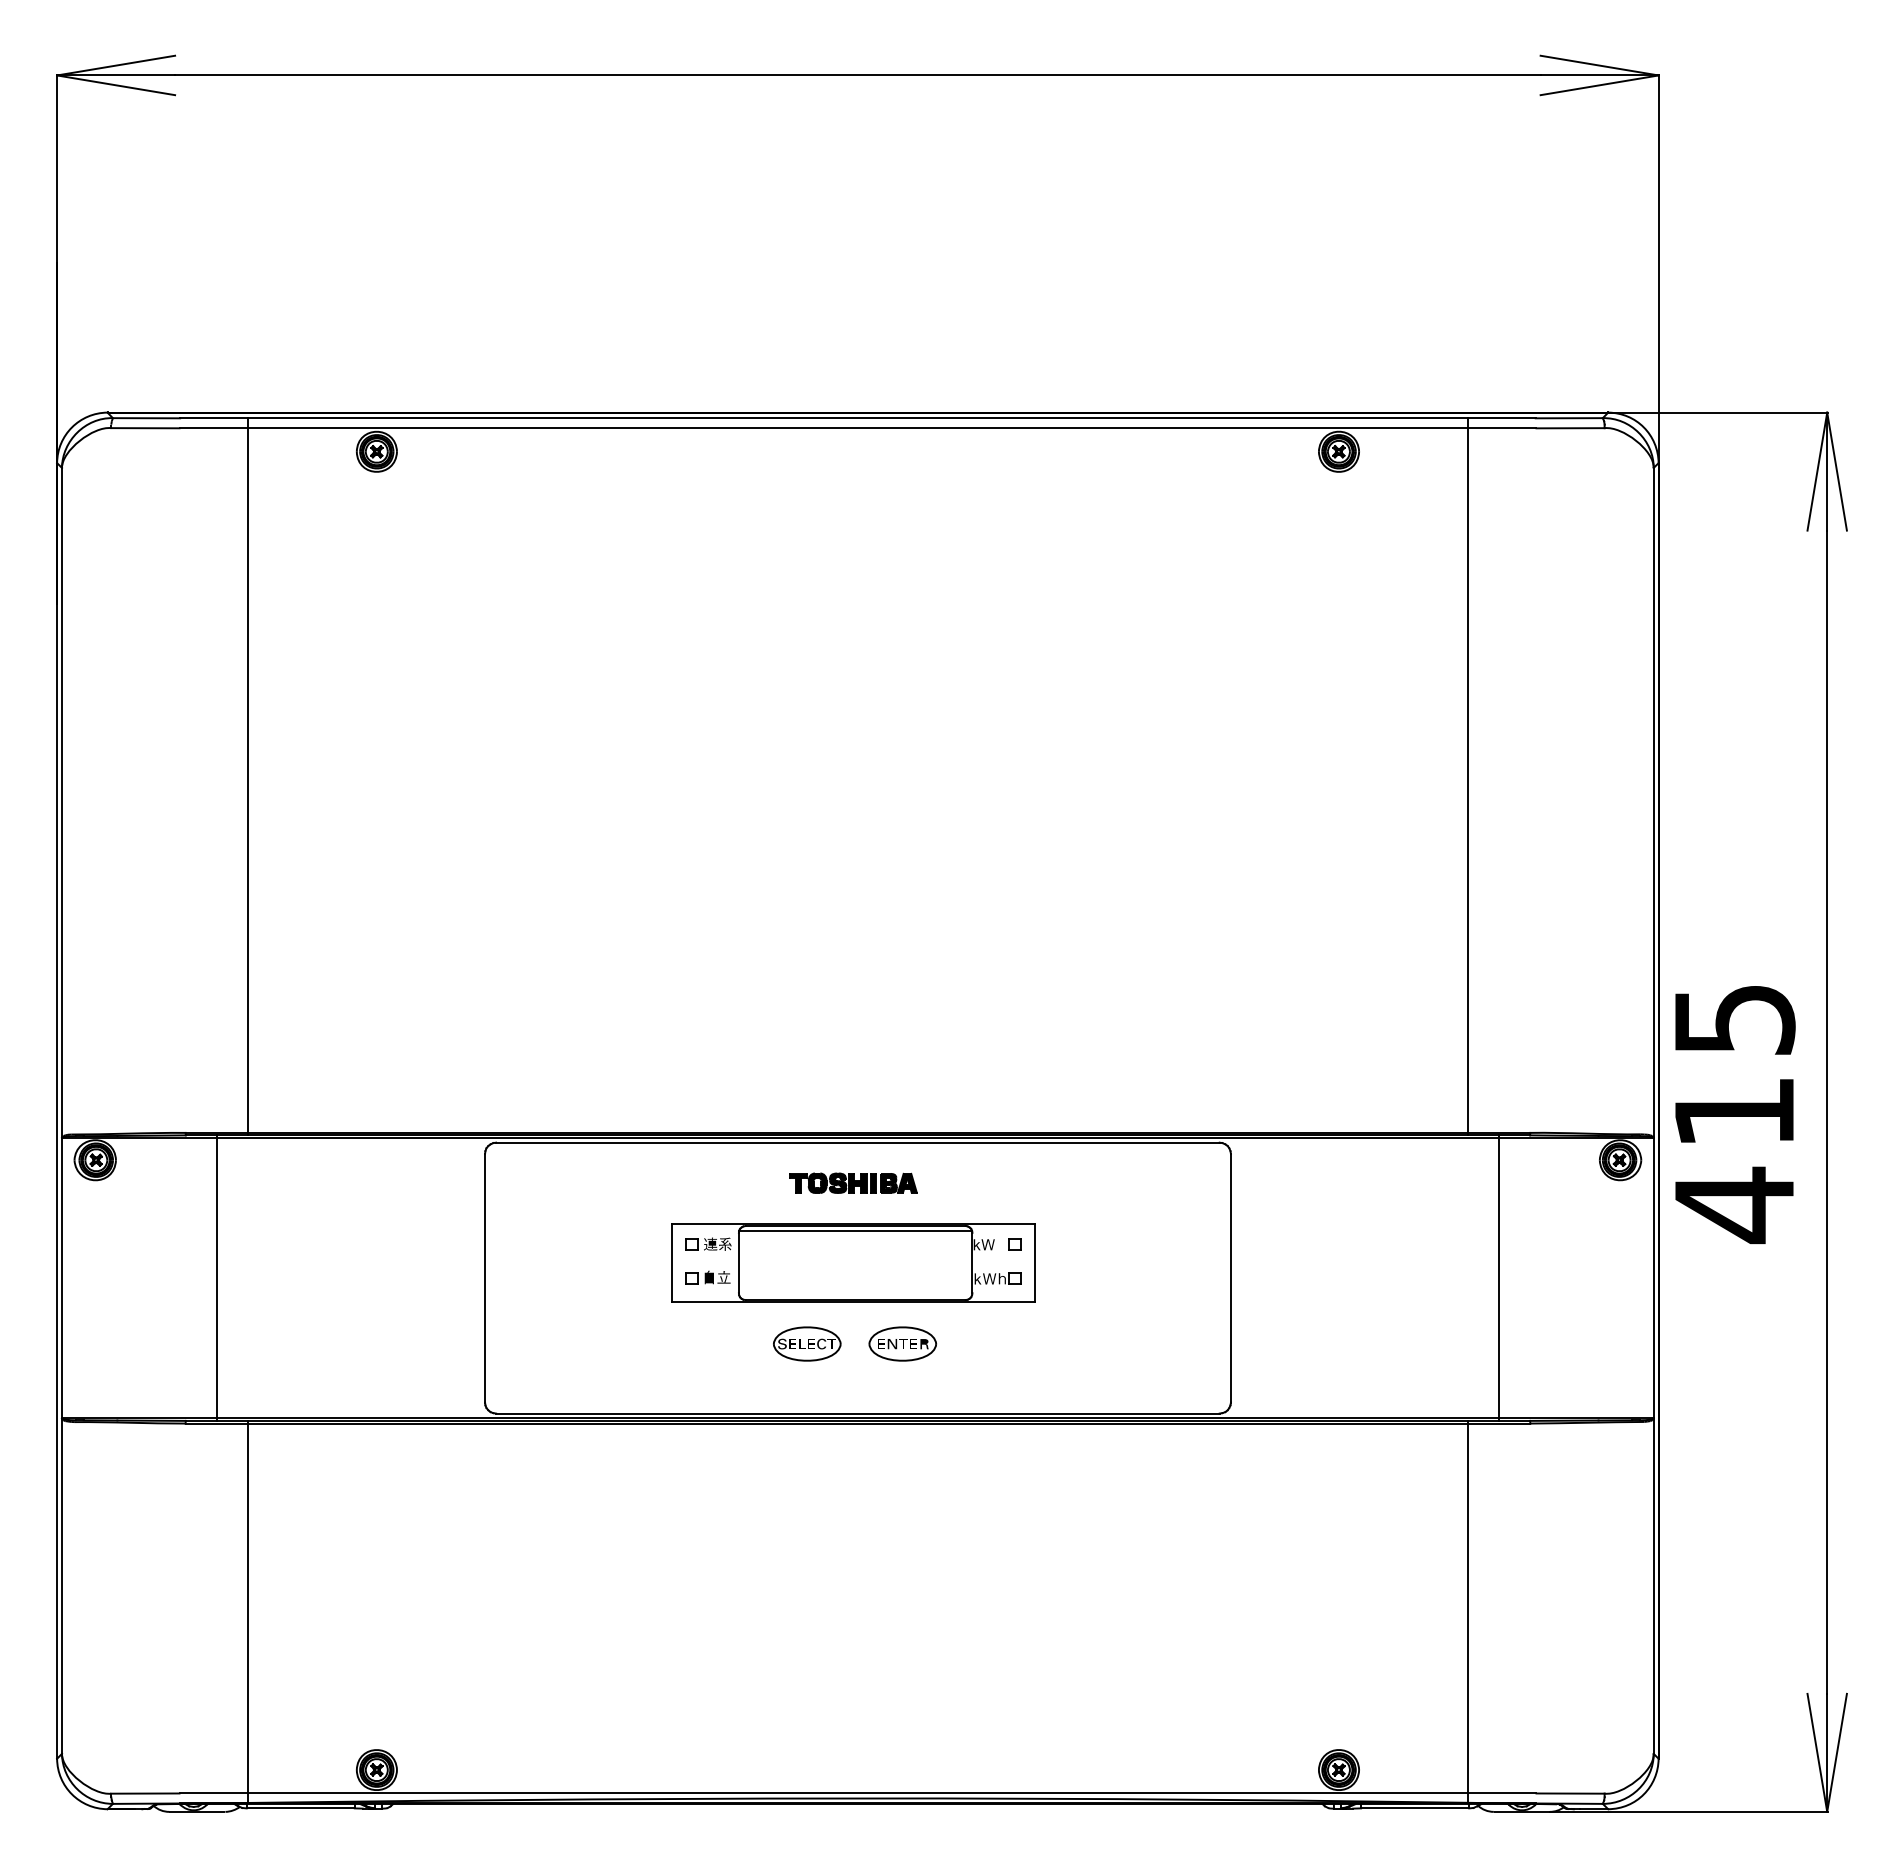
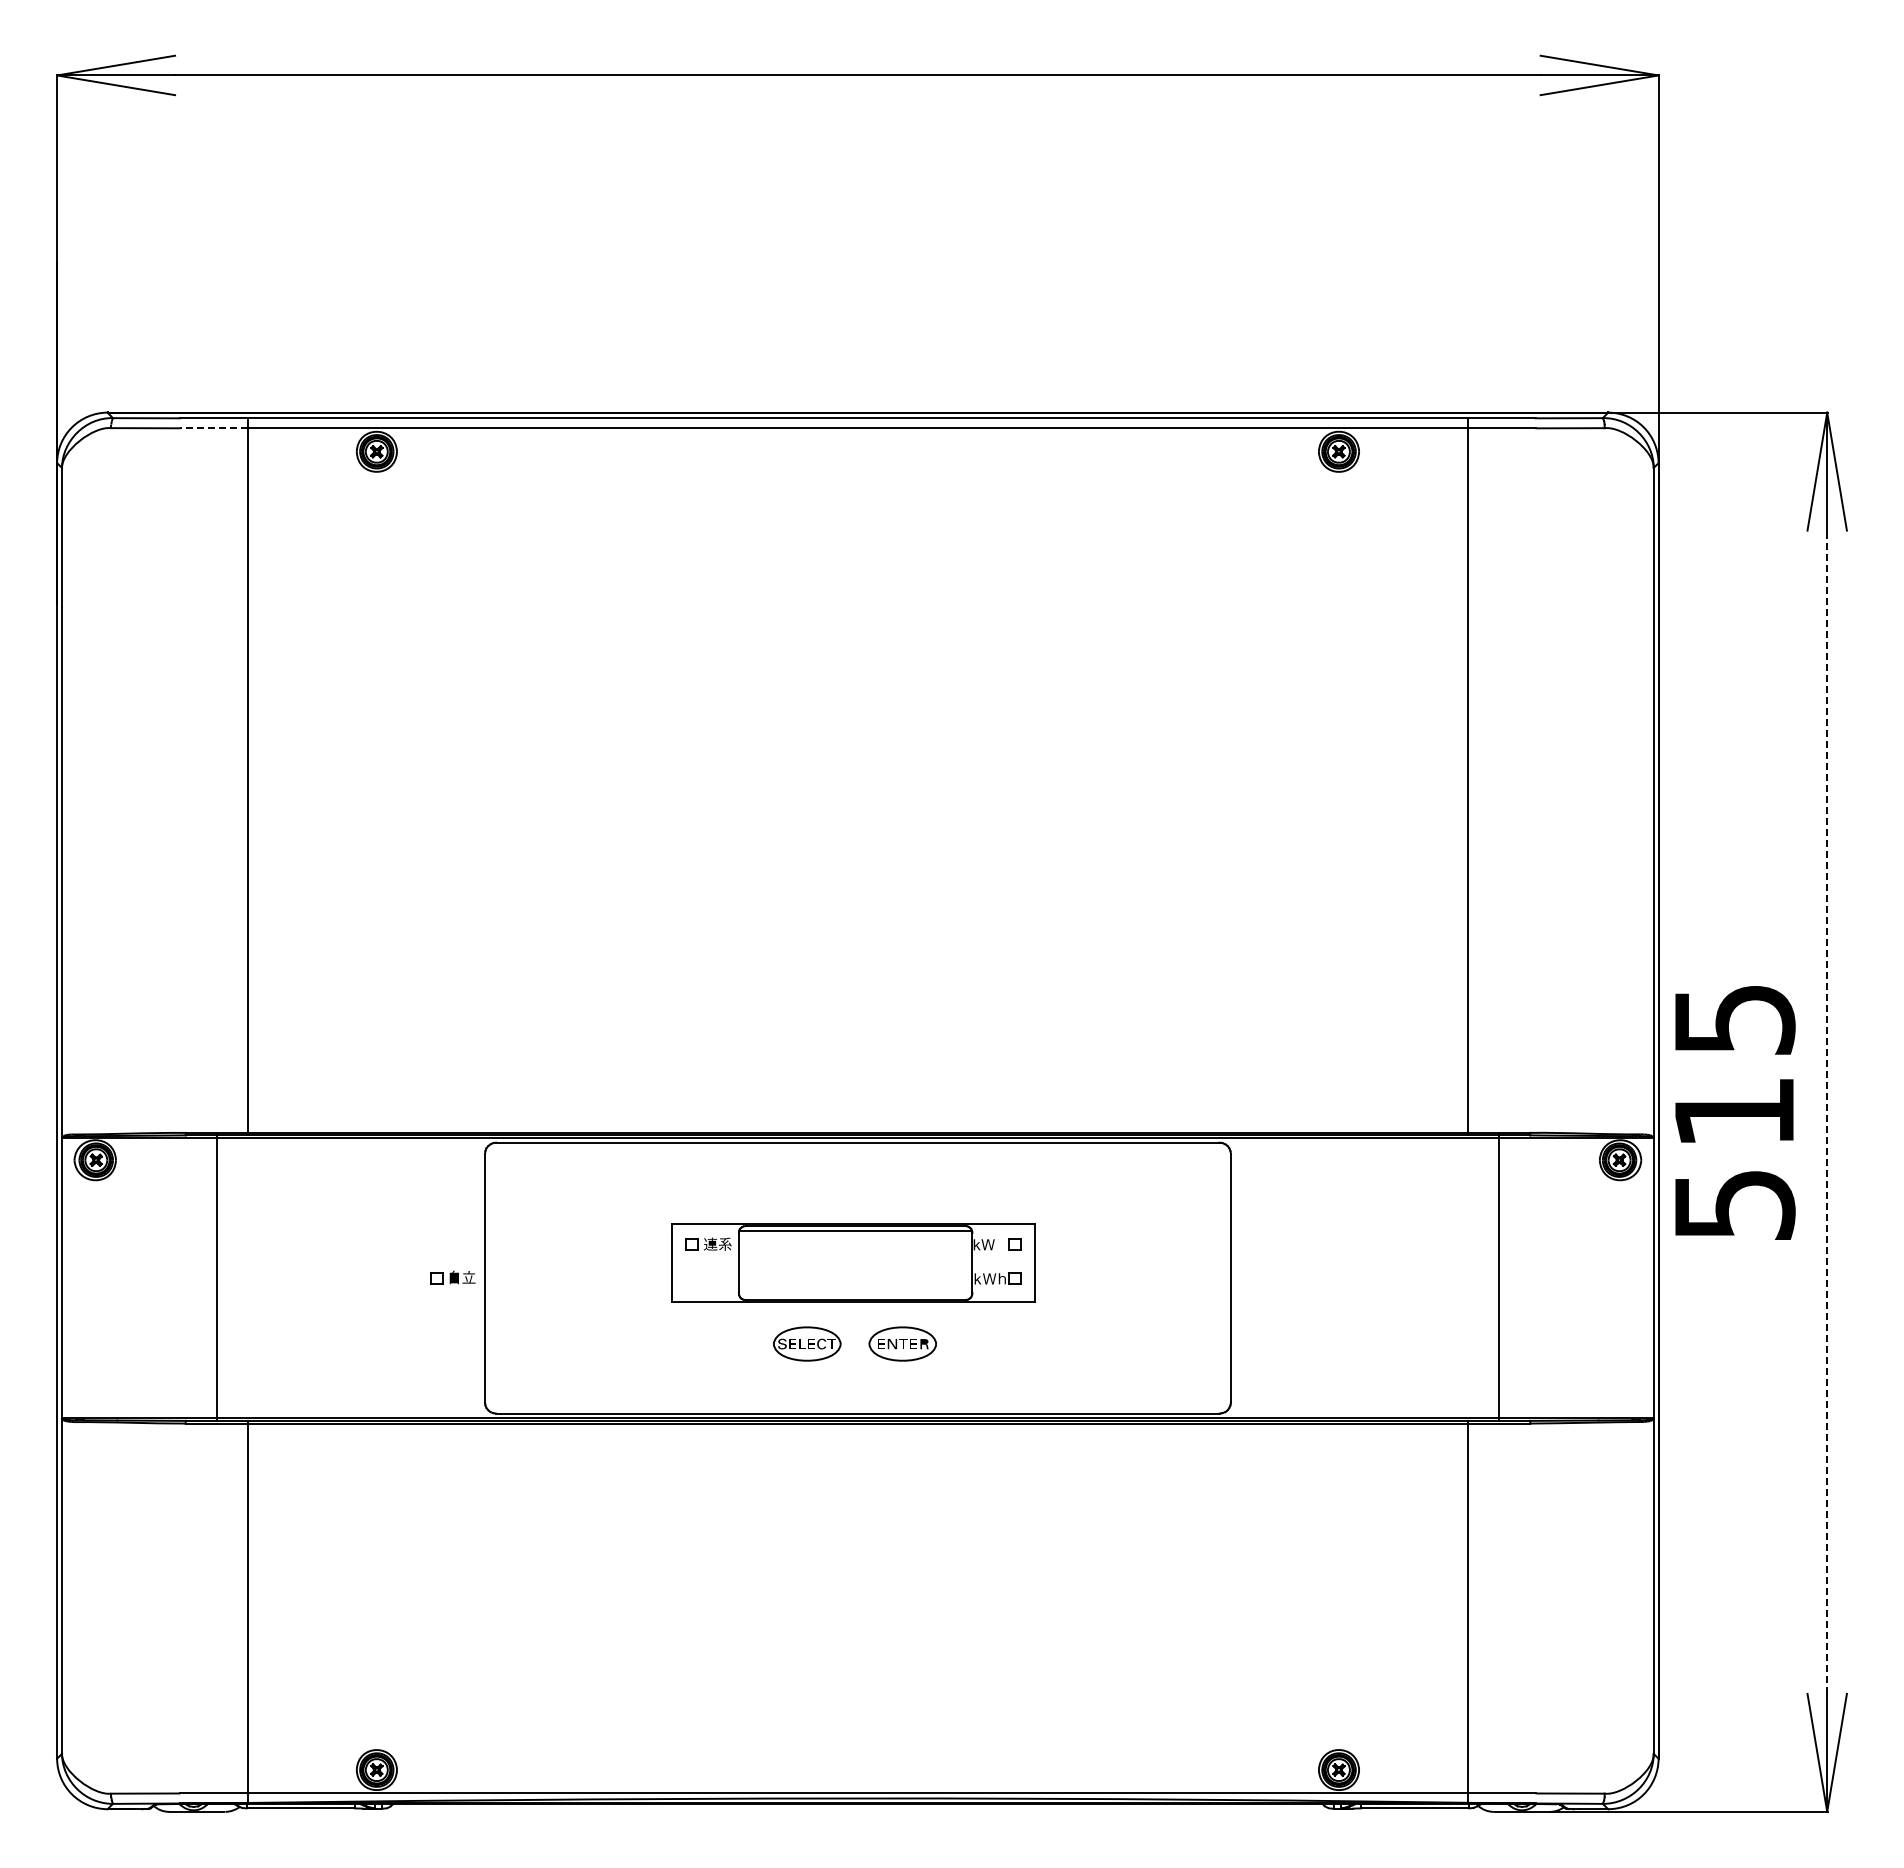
line at (213, 428): solid -> dashed
line at (1827, 1112): solid -> dashed
part at (853, 1182): present -> none
text at (1735, 1205): 415 -> 515
part at (707, 1277) position: (707, 1277) -> (452, 1277)
